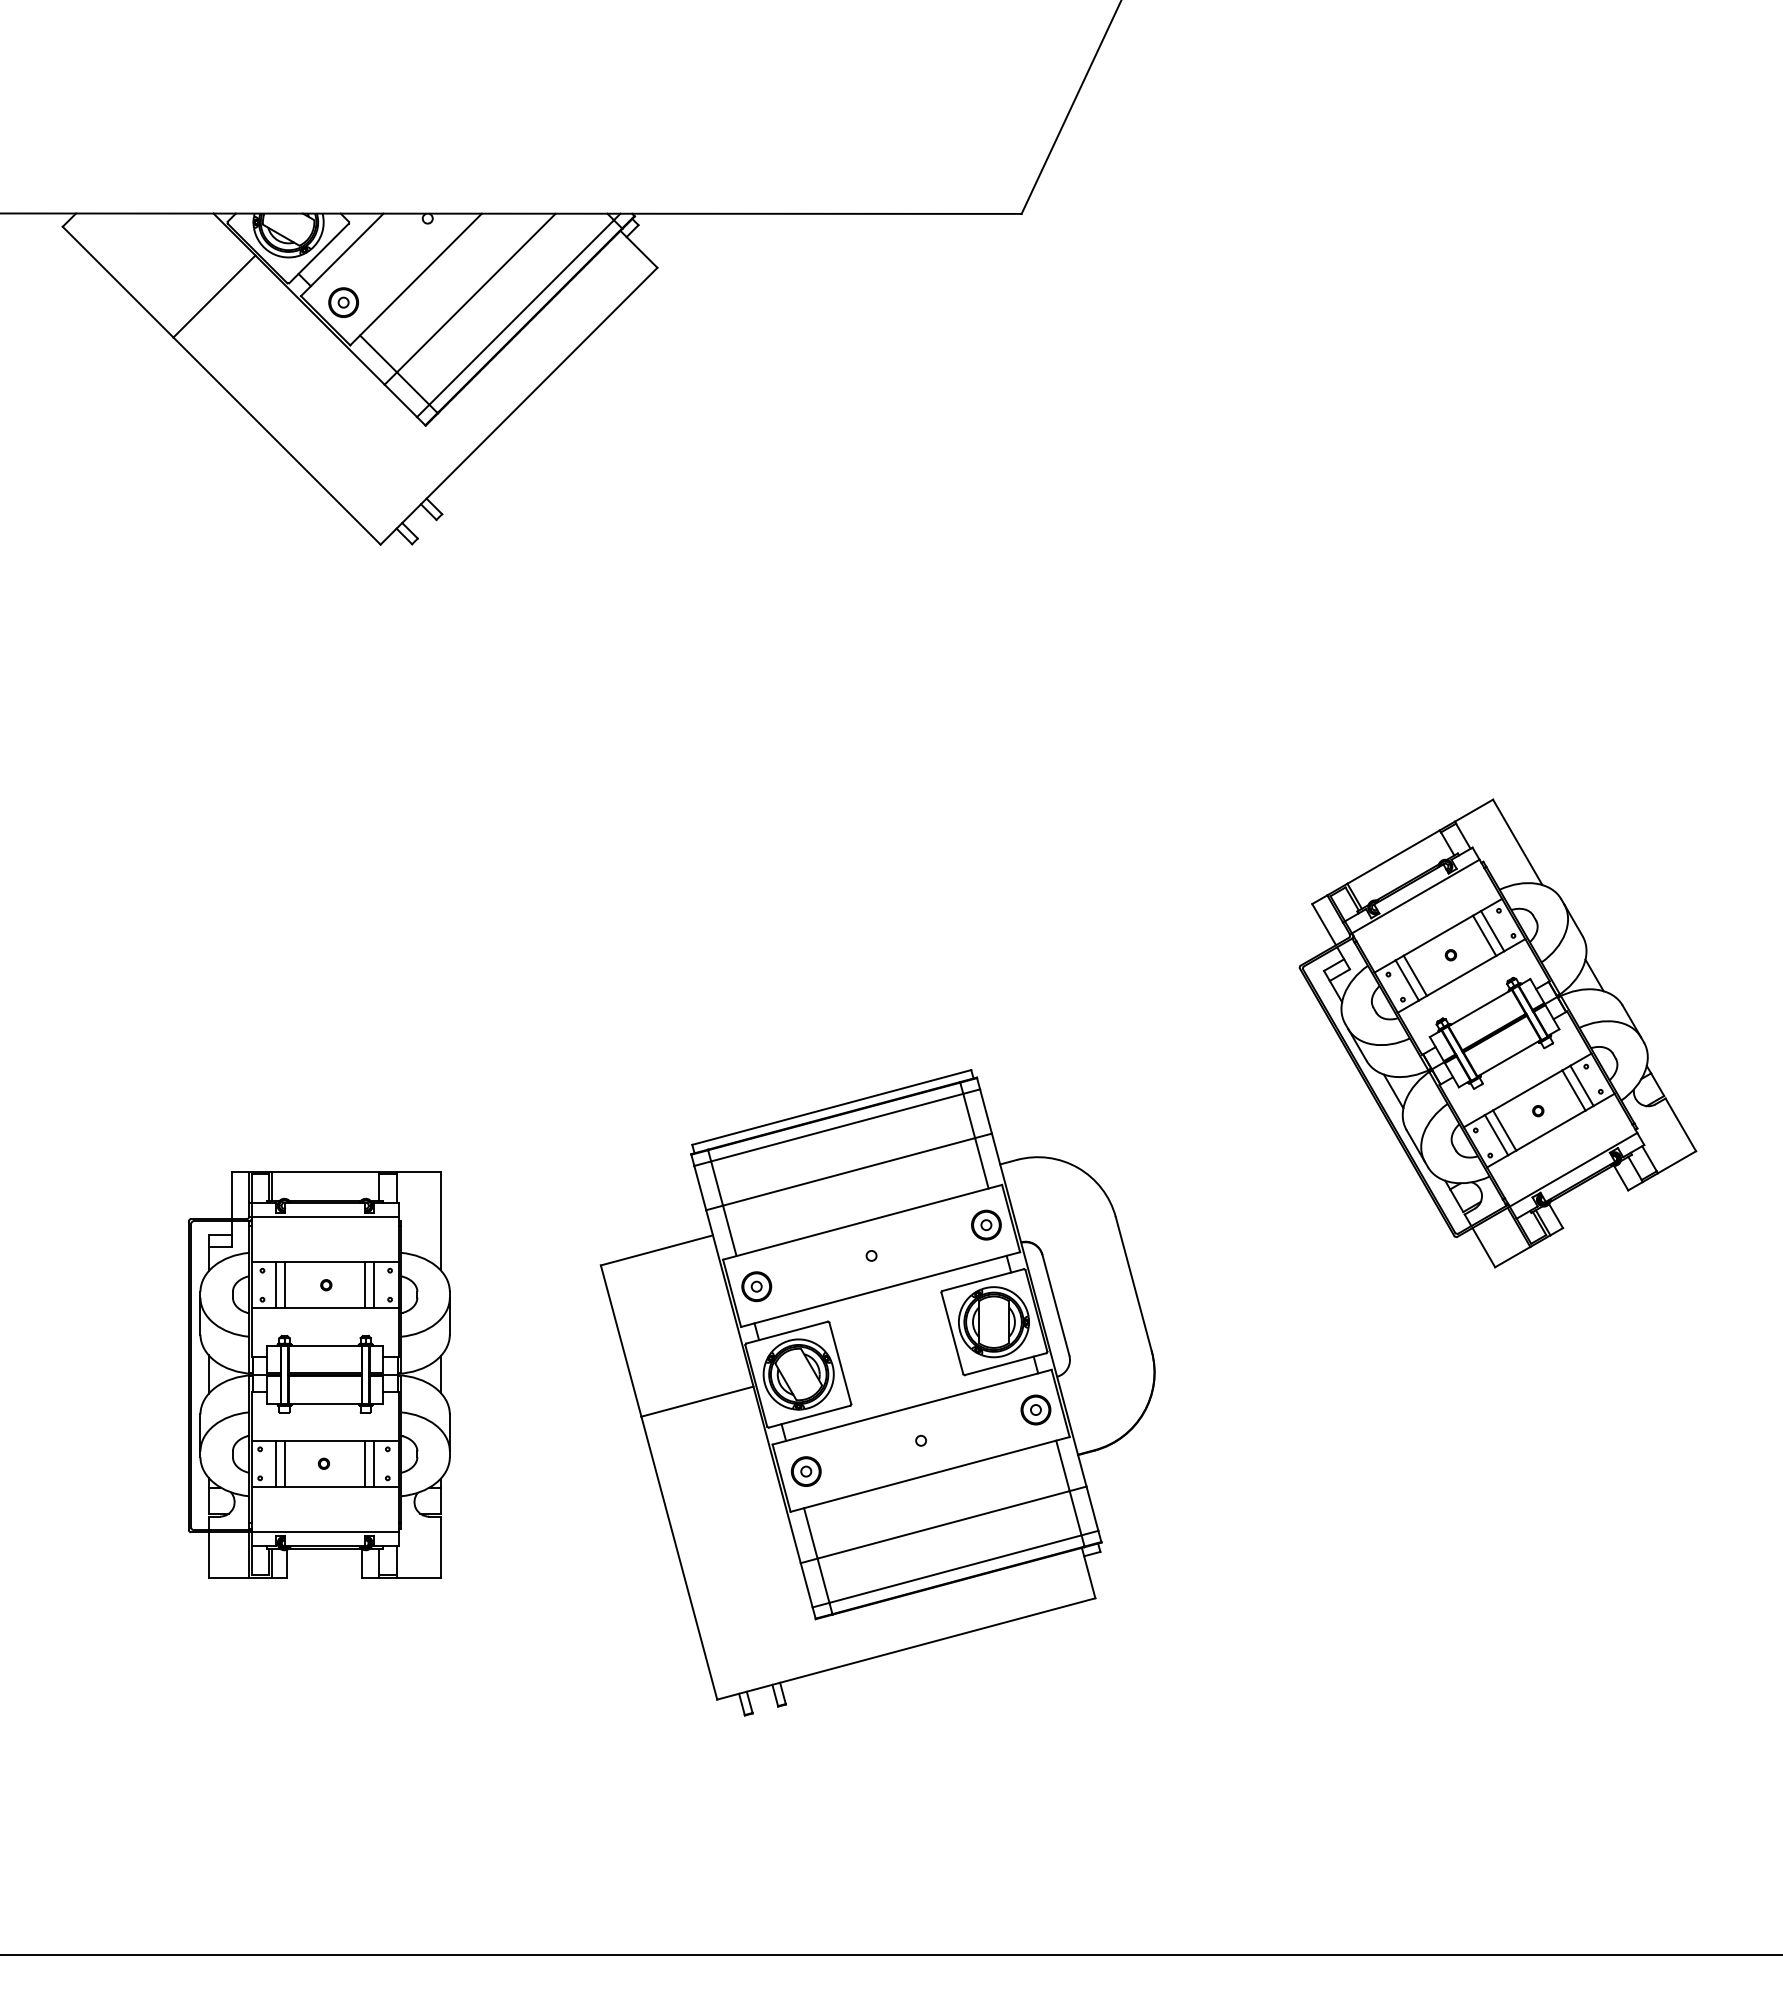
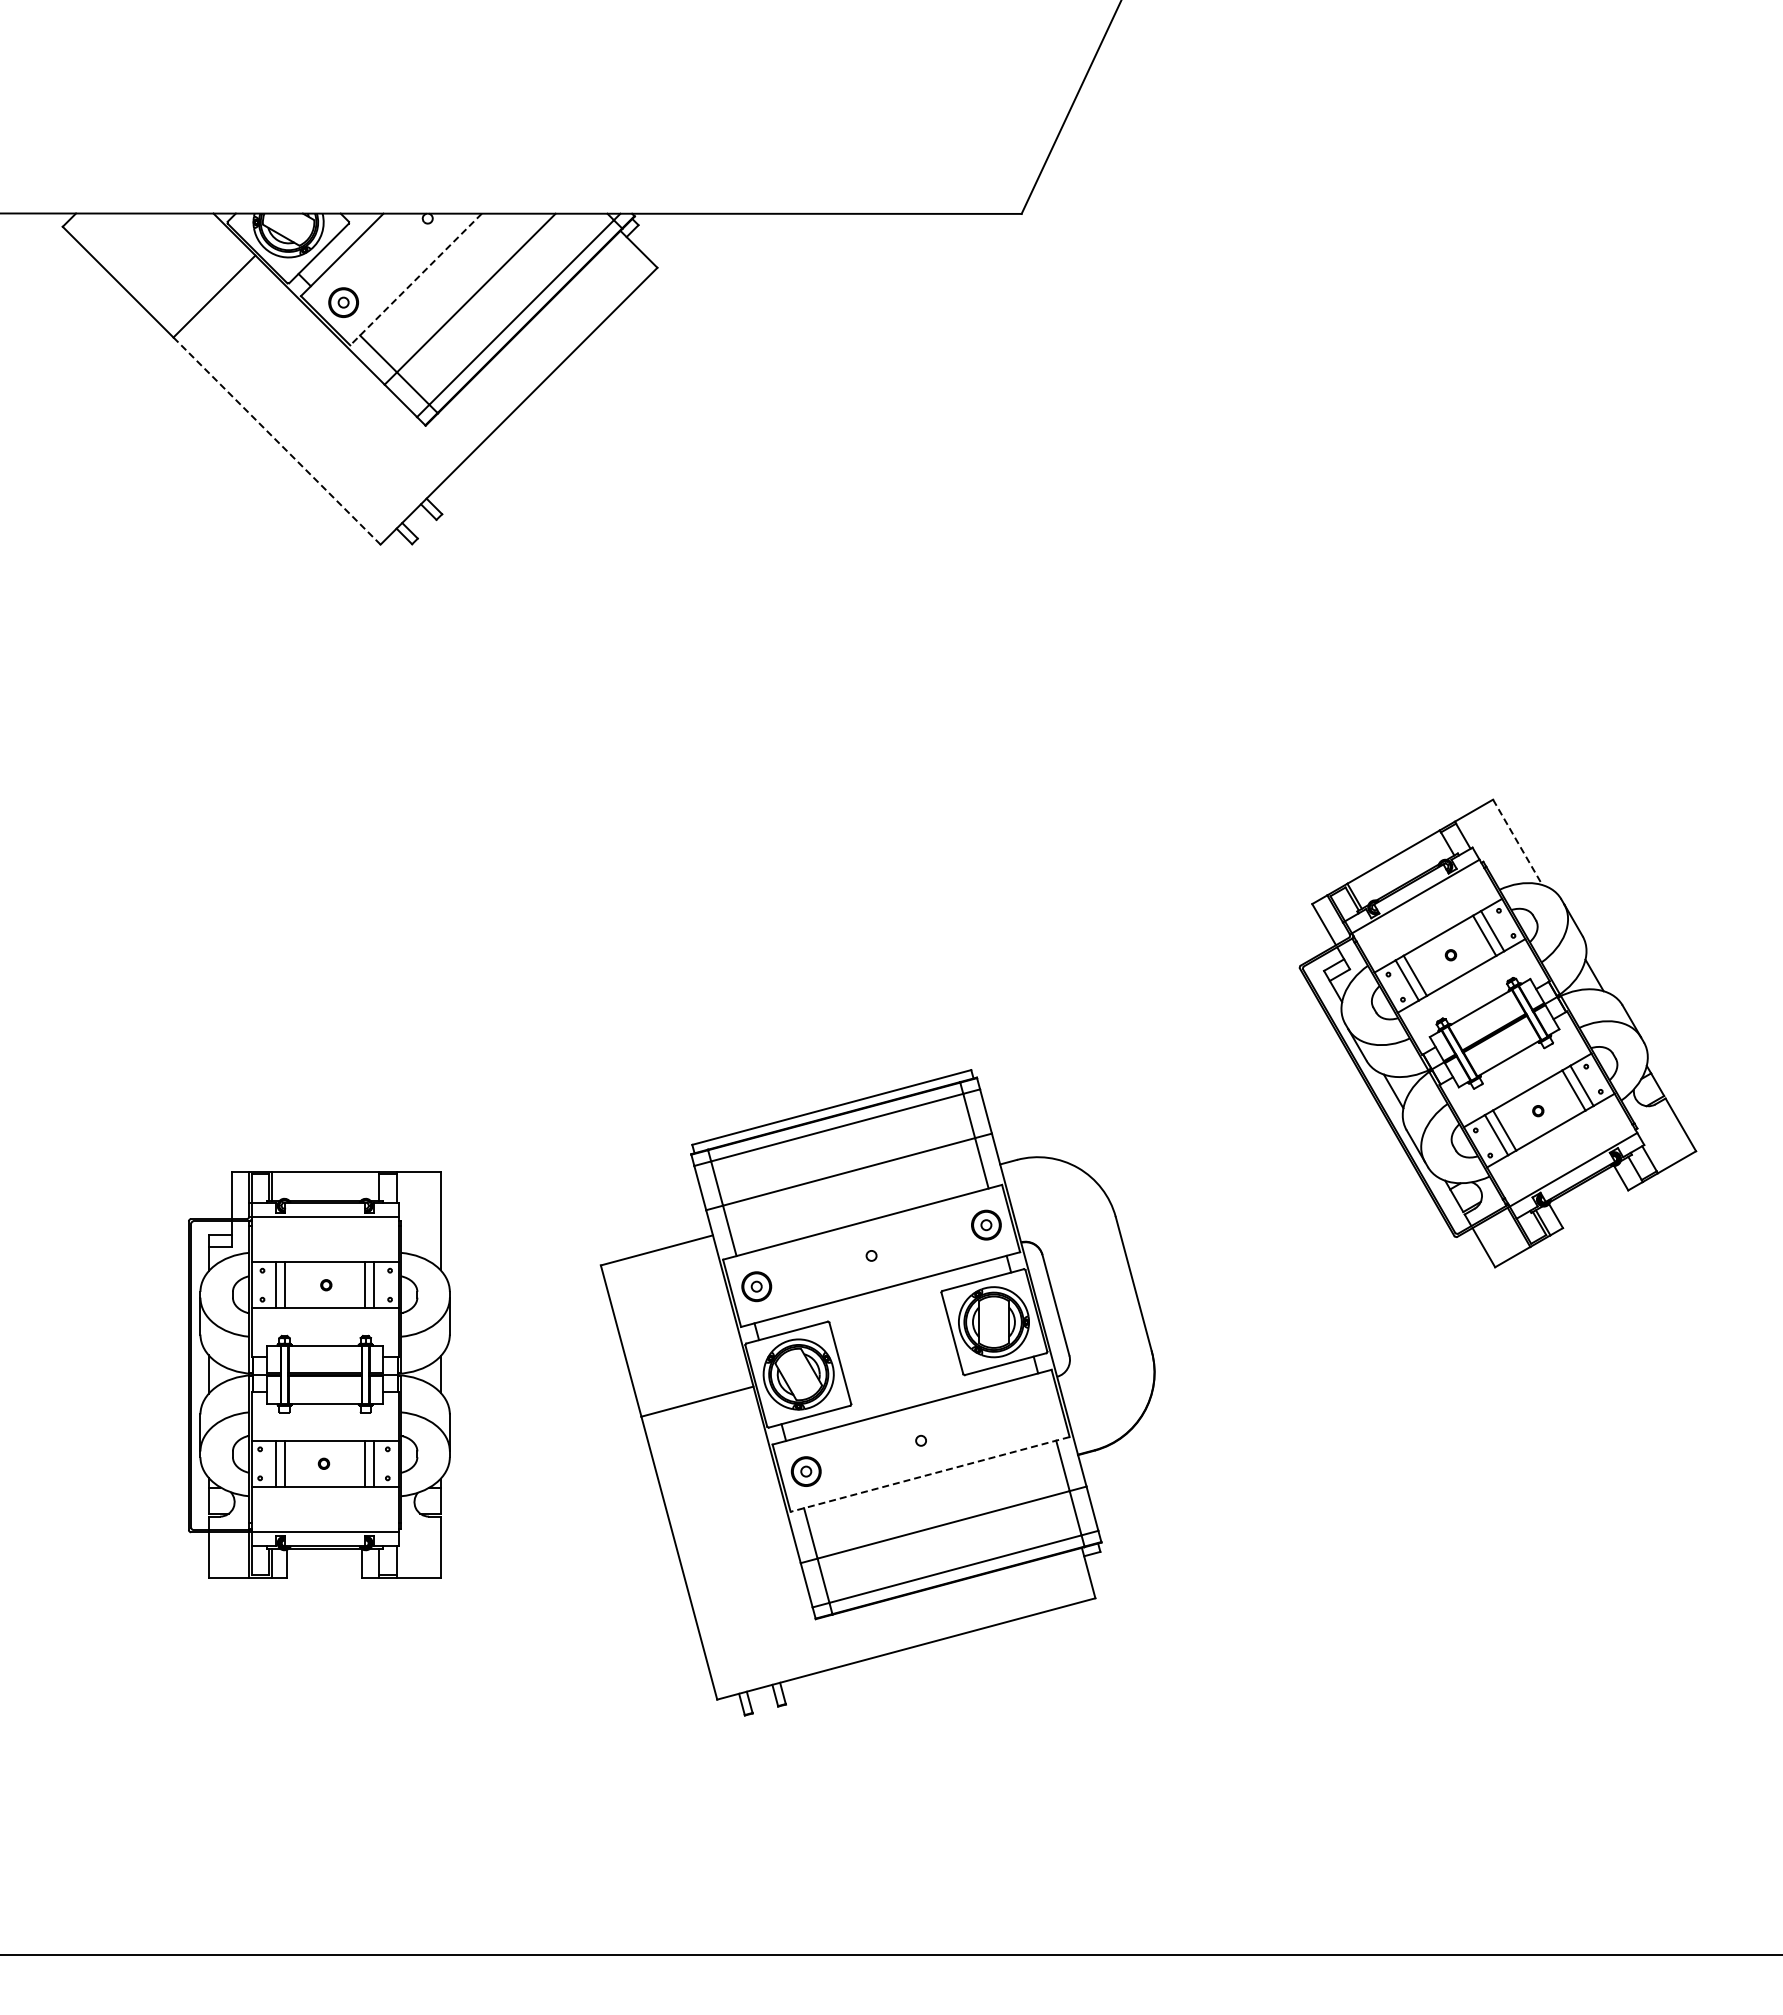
line at (415, 279): solid -> dashed
line at (277, 441): solid -> dashed
line at (1518, 842): solid -> dashed
part at (1035, 1409): present -> none
line at (929, 1474): solid -> dashed
